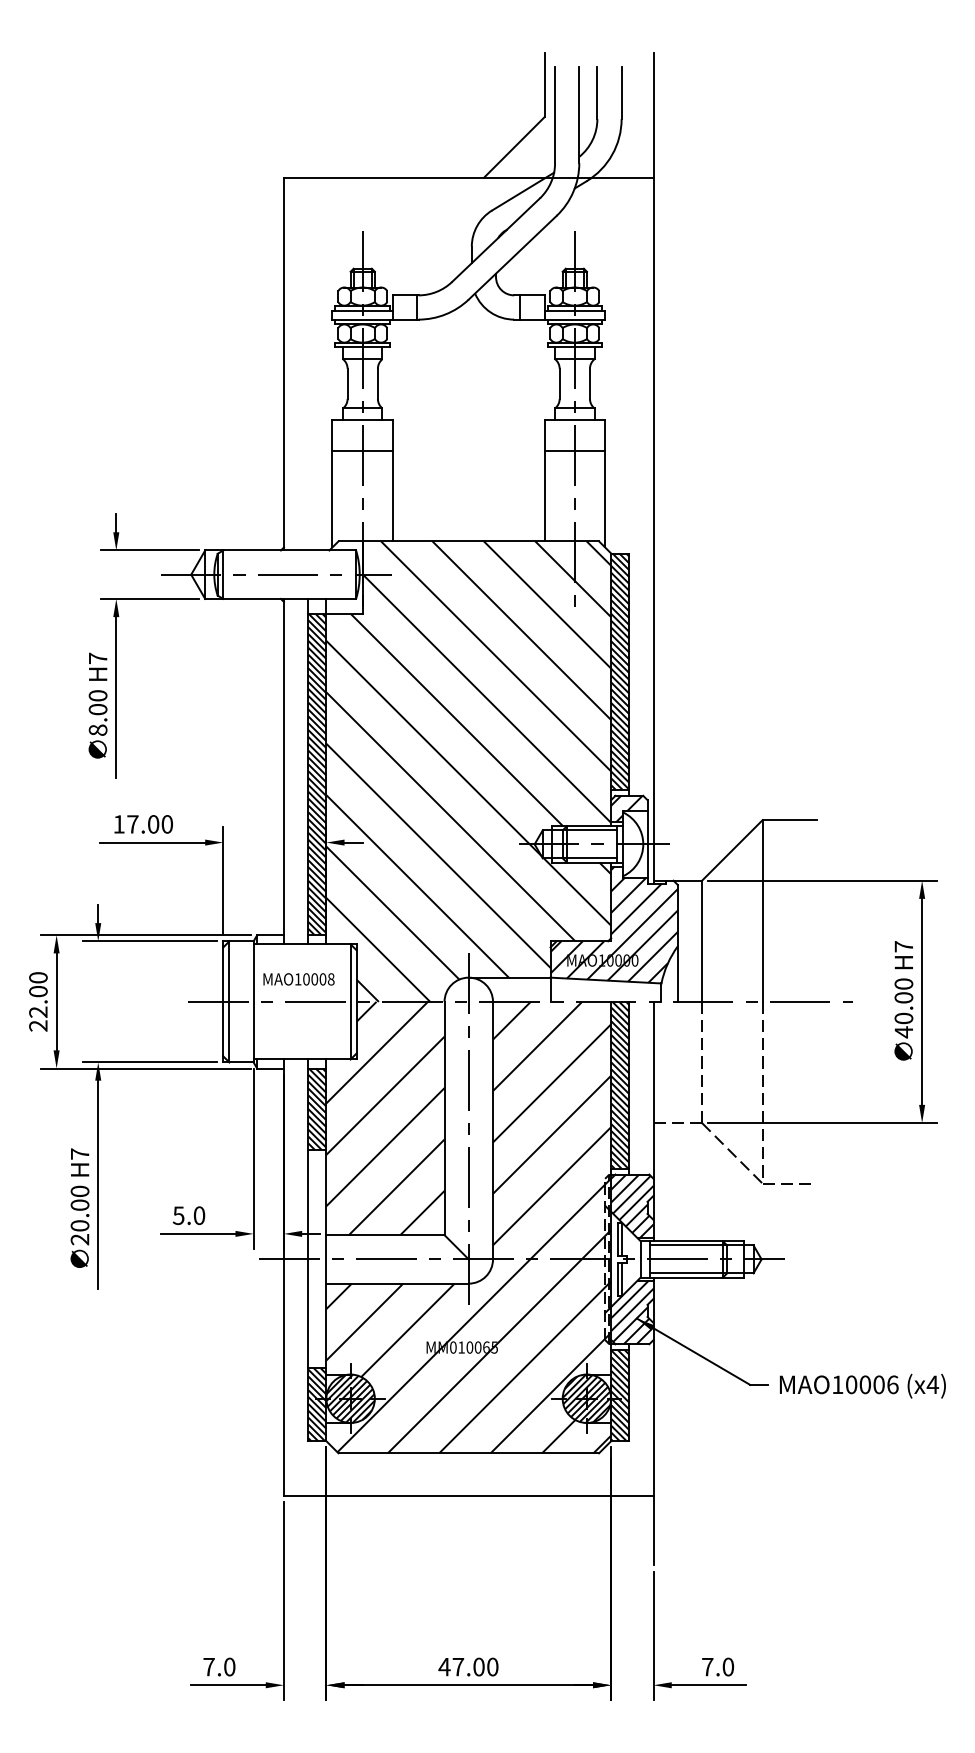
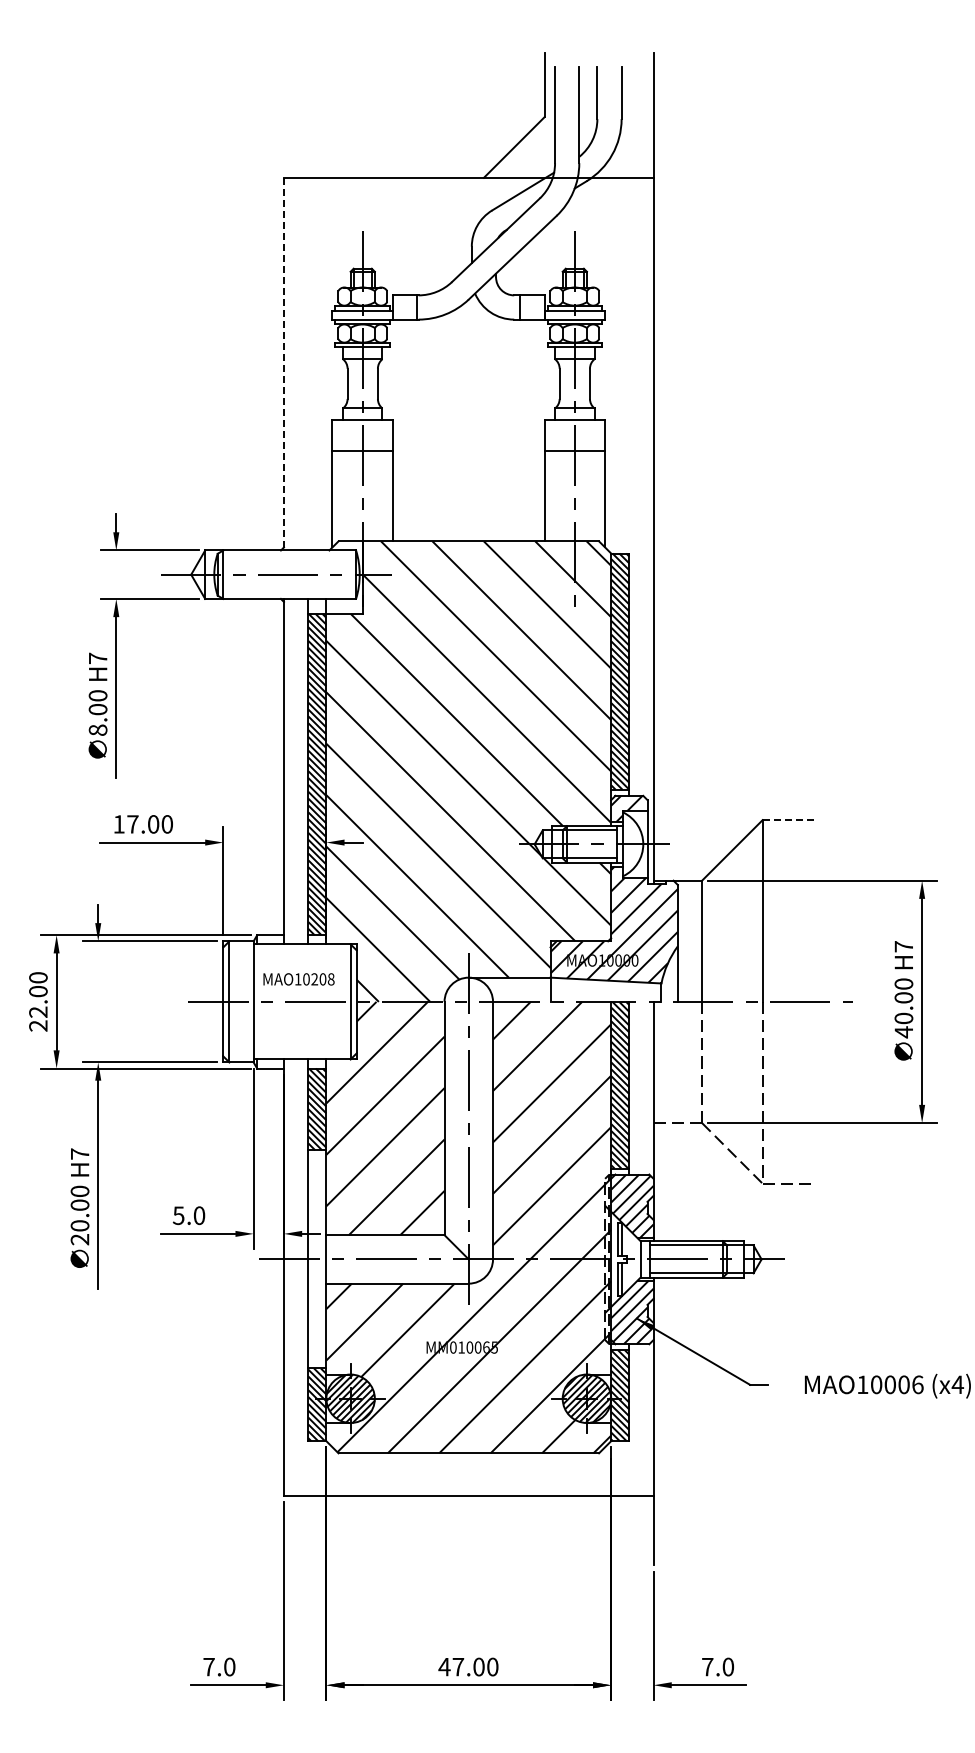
line at (283, 364): solid -> dashed
line at (790, 820): solid -> dashed
text at (314, 979): MAO10008 -> MAO10208
text at (862, 1385) position: (862, 1385) -> (887, 1385)
